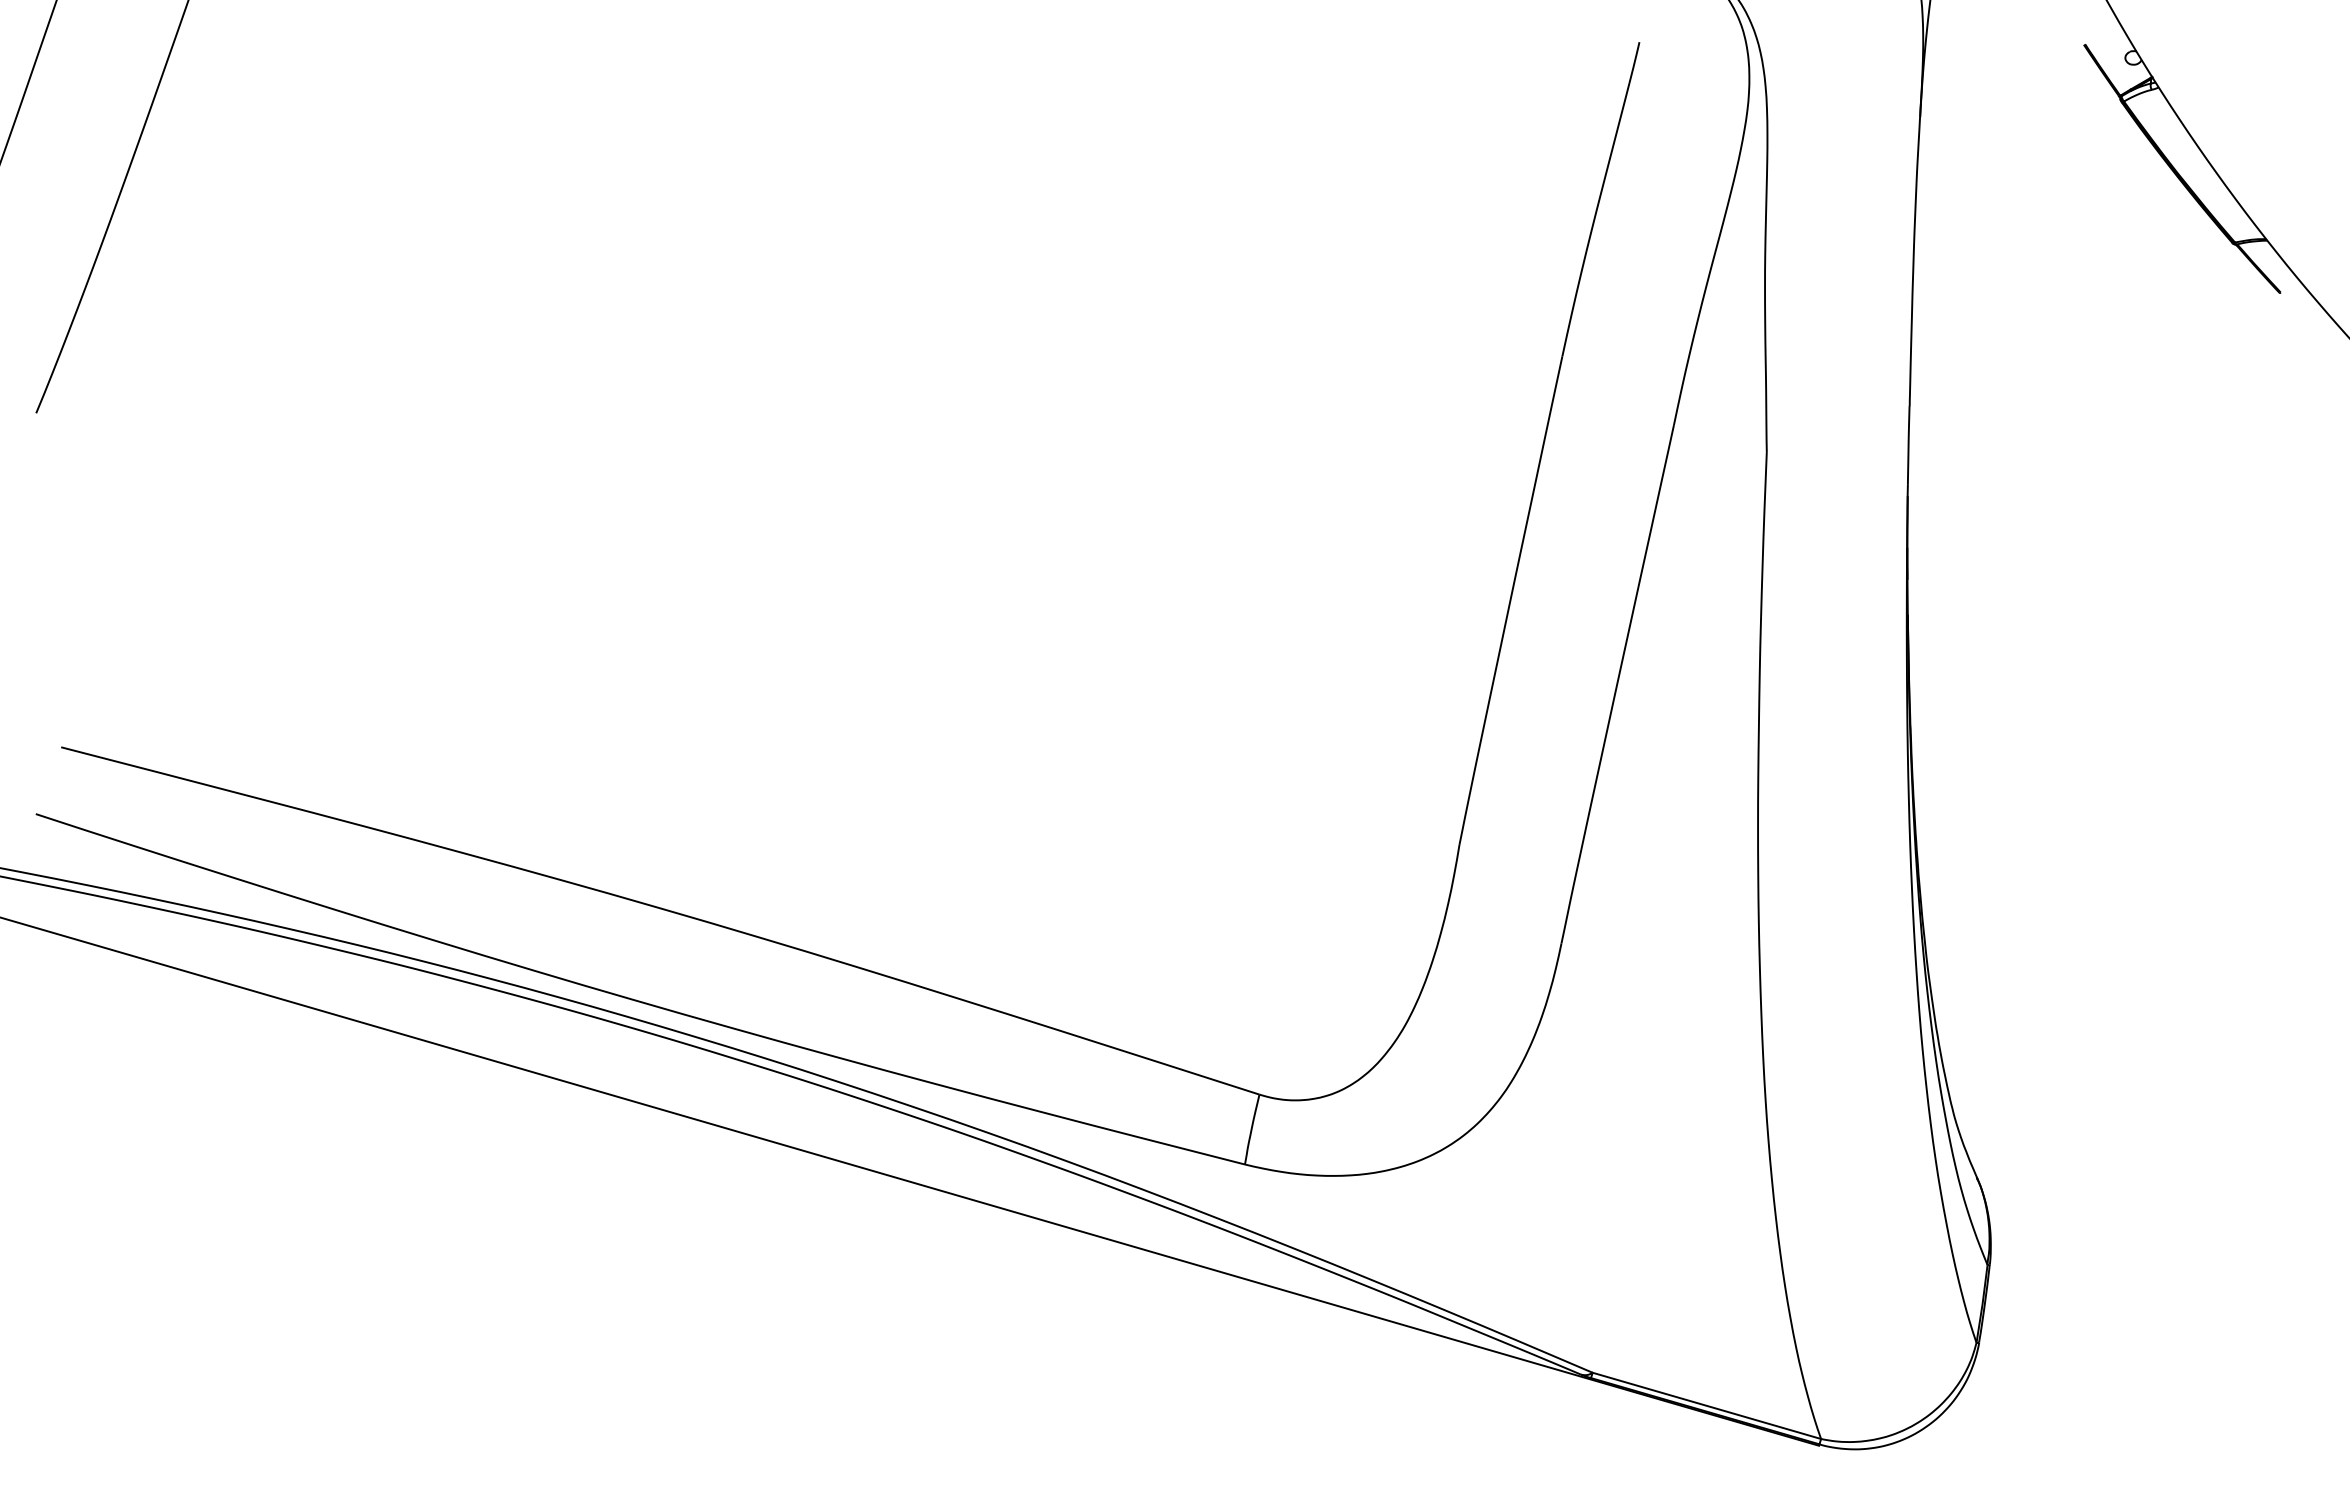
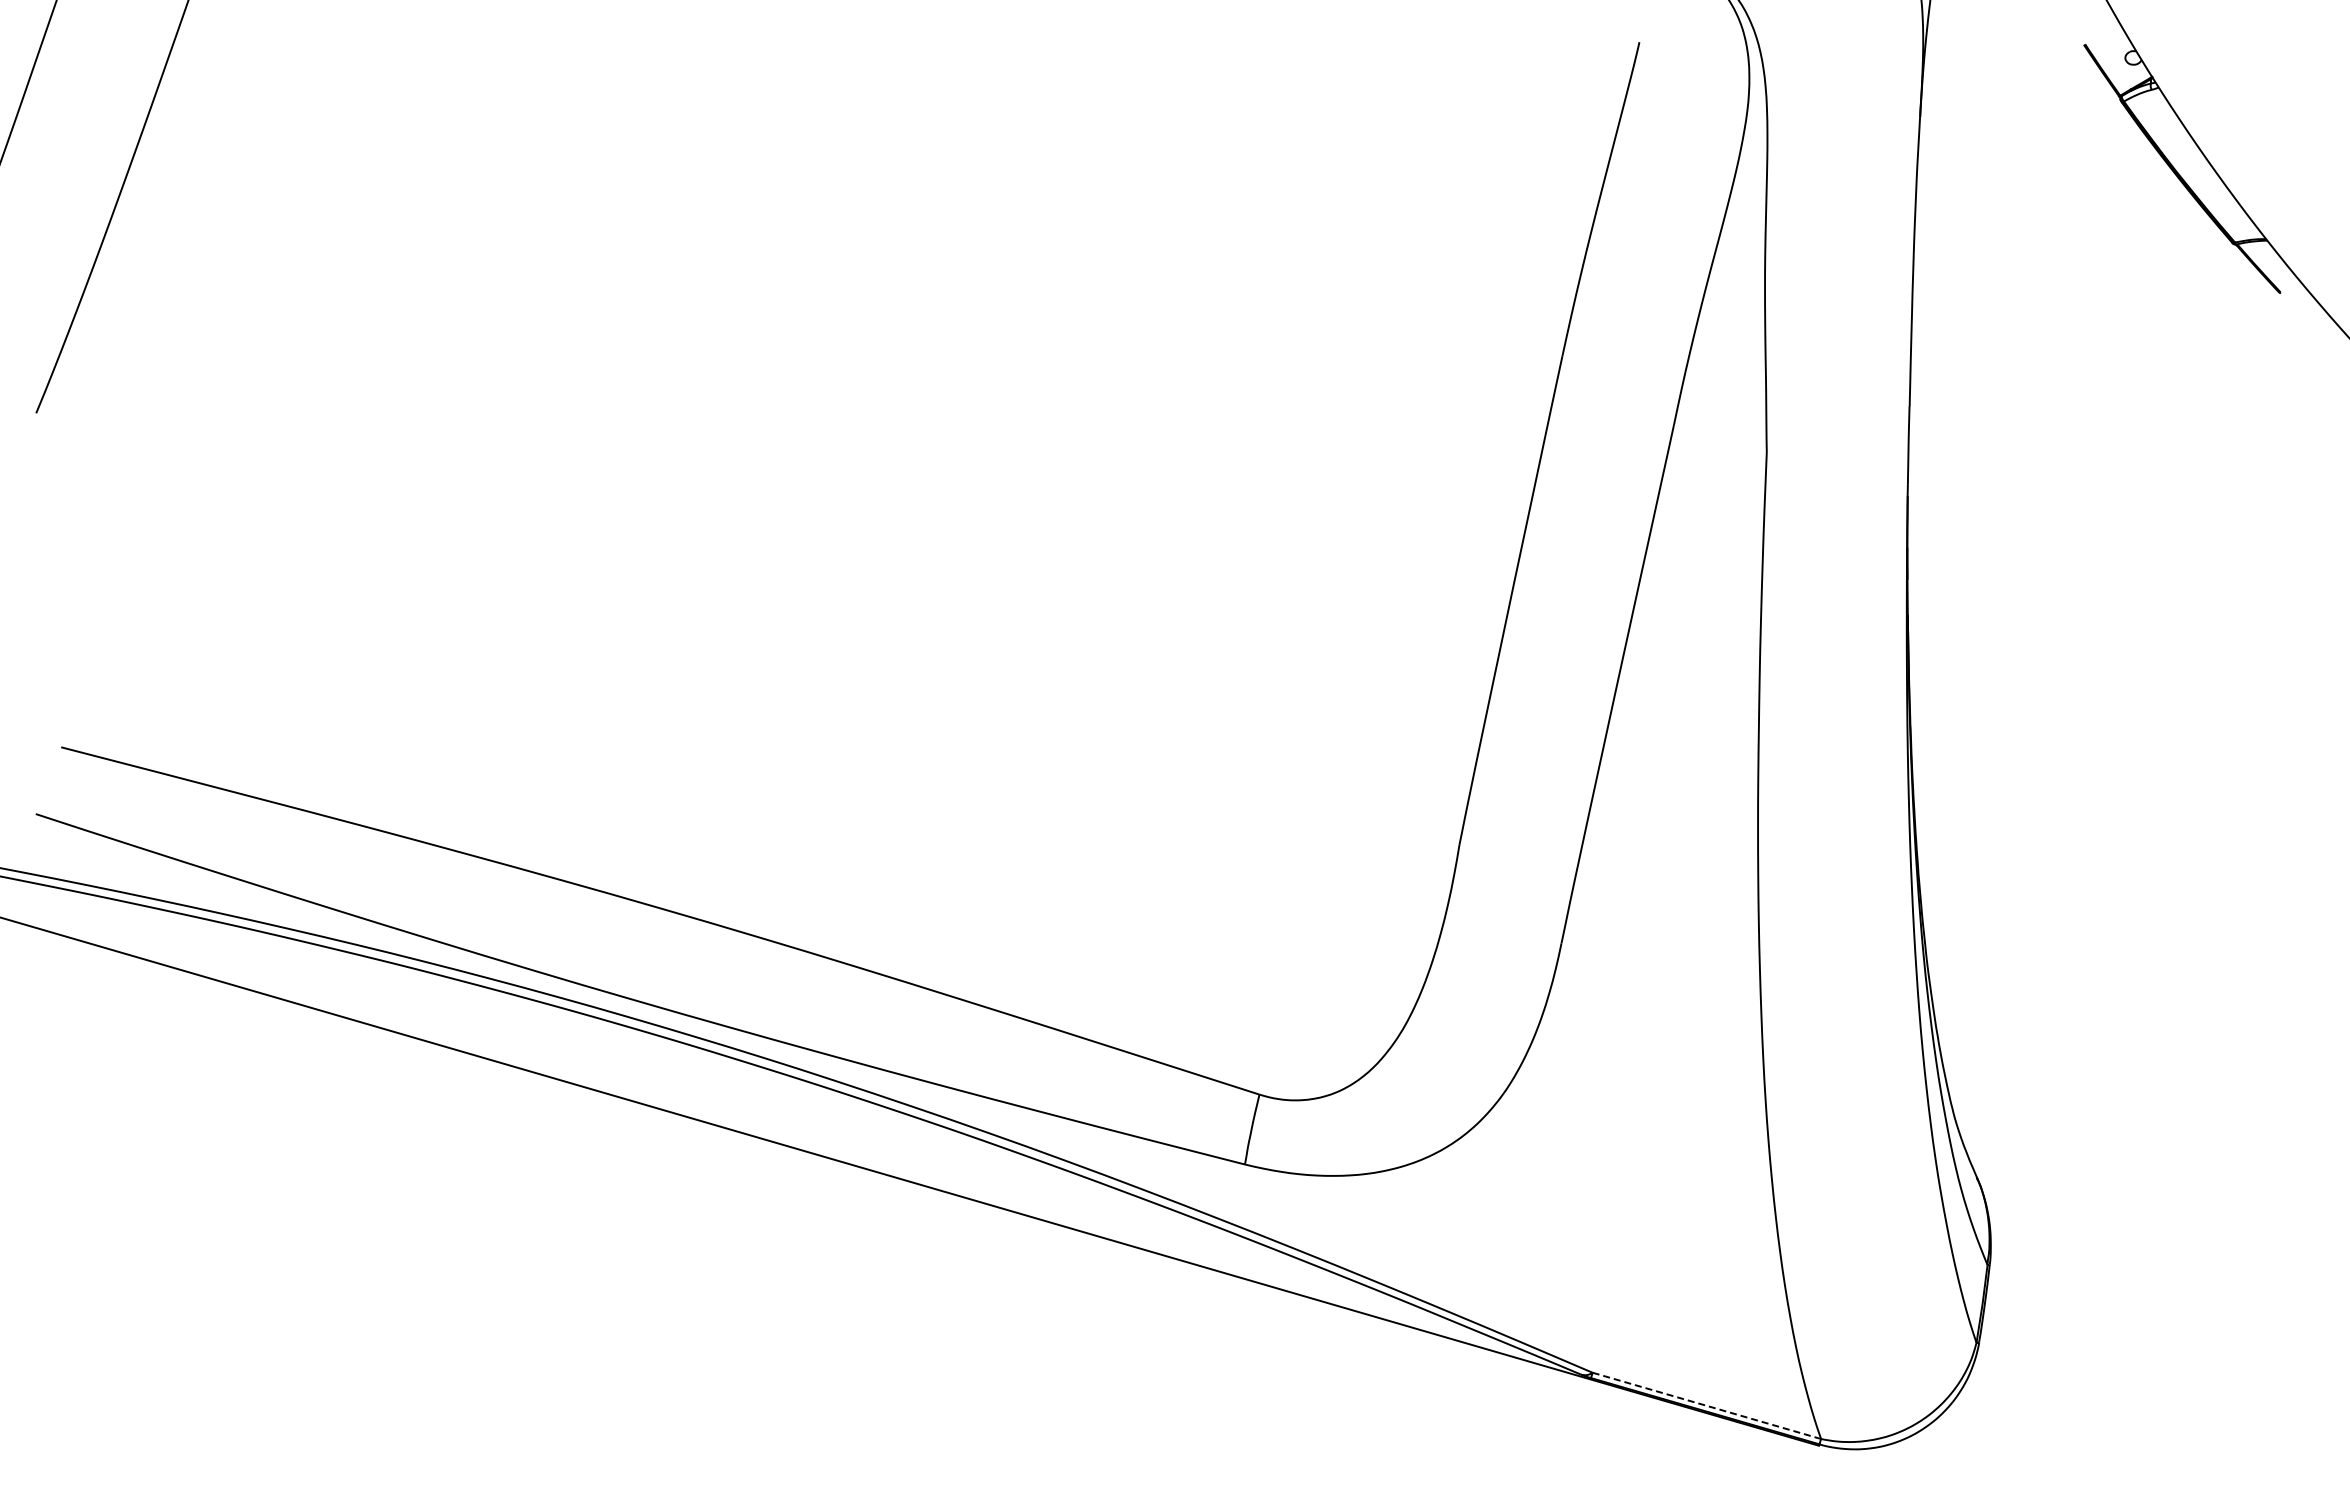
line at (1706, 1405): solid -> dashed
